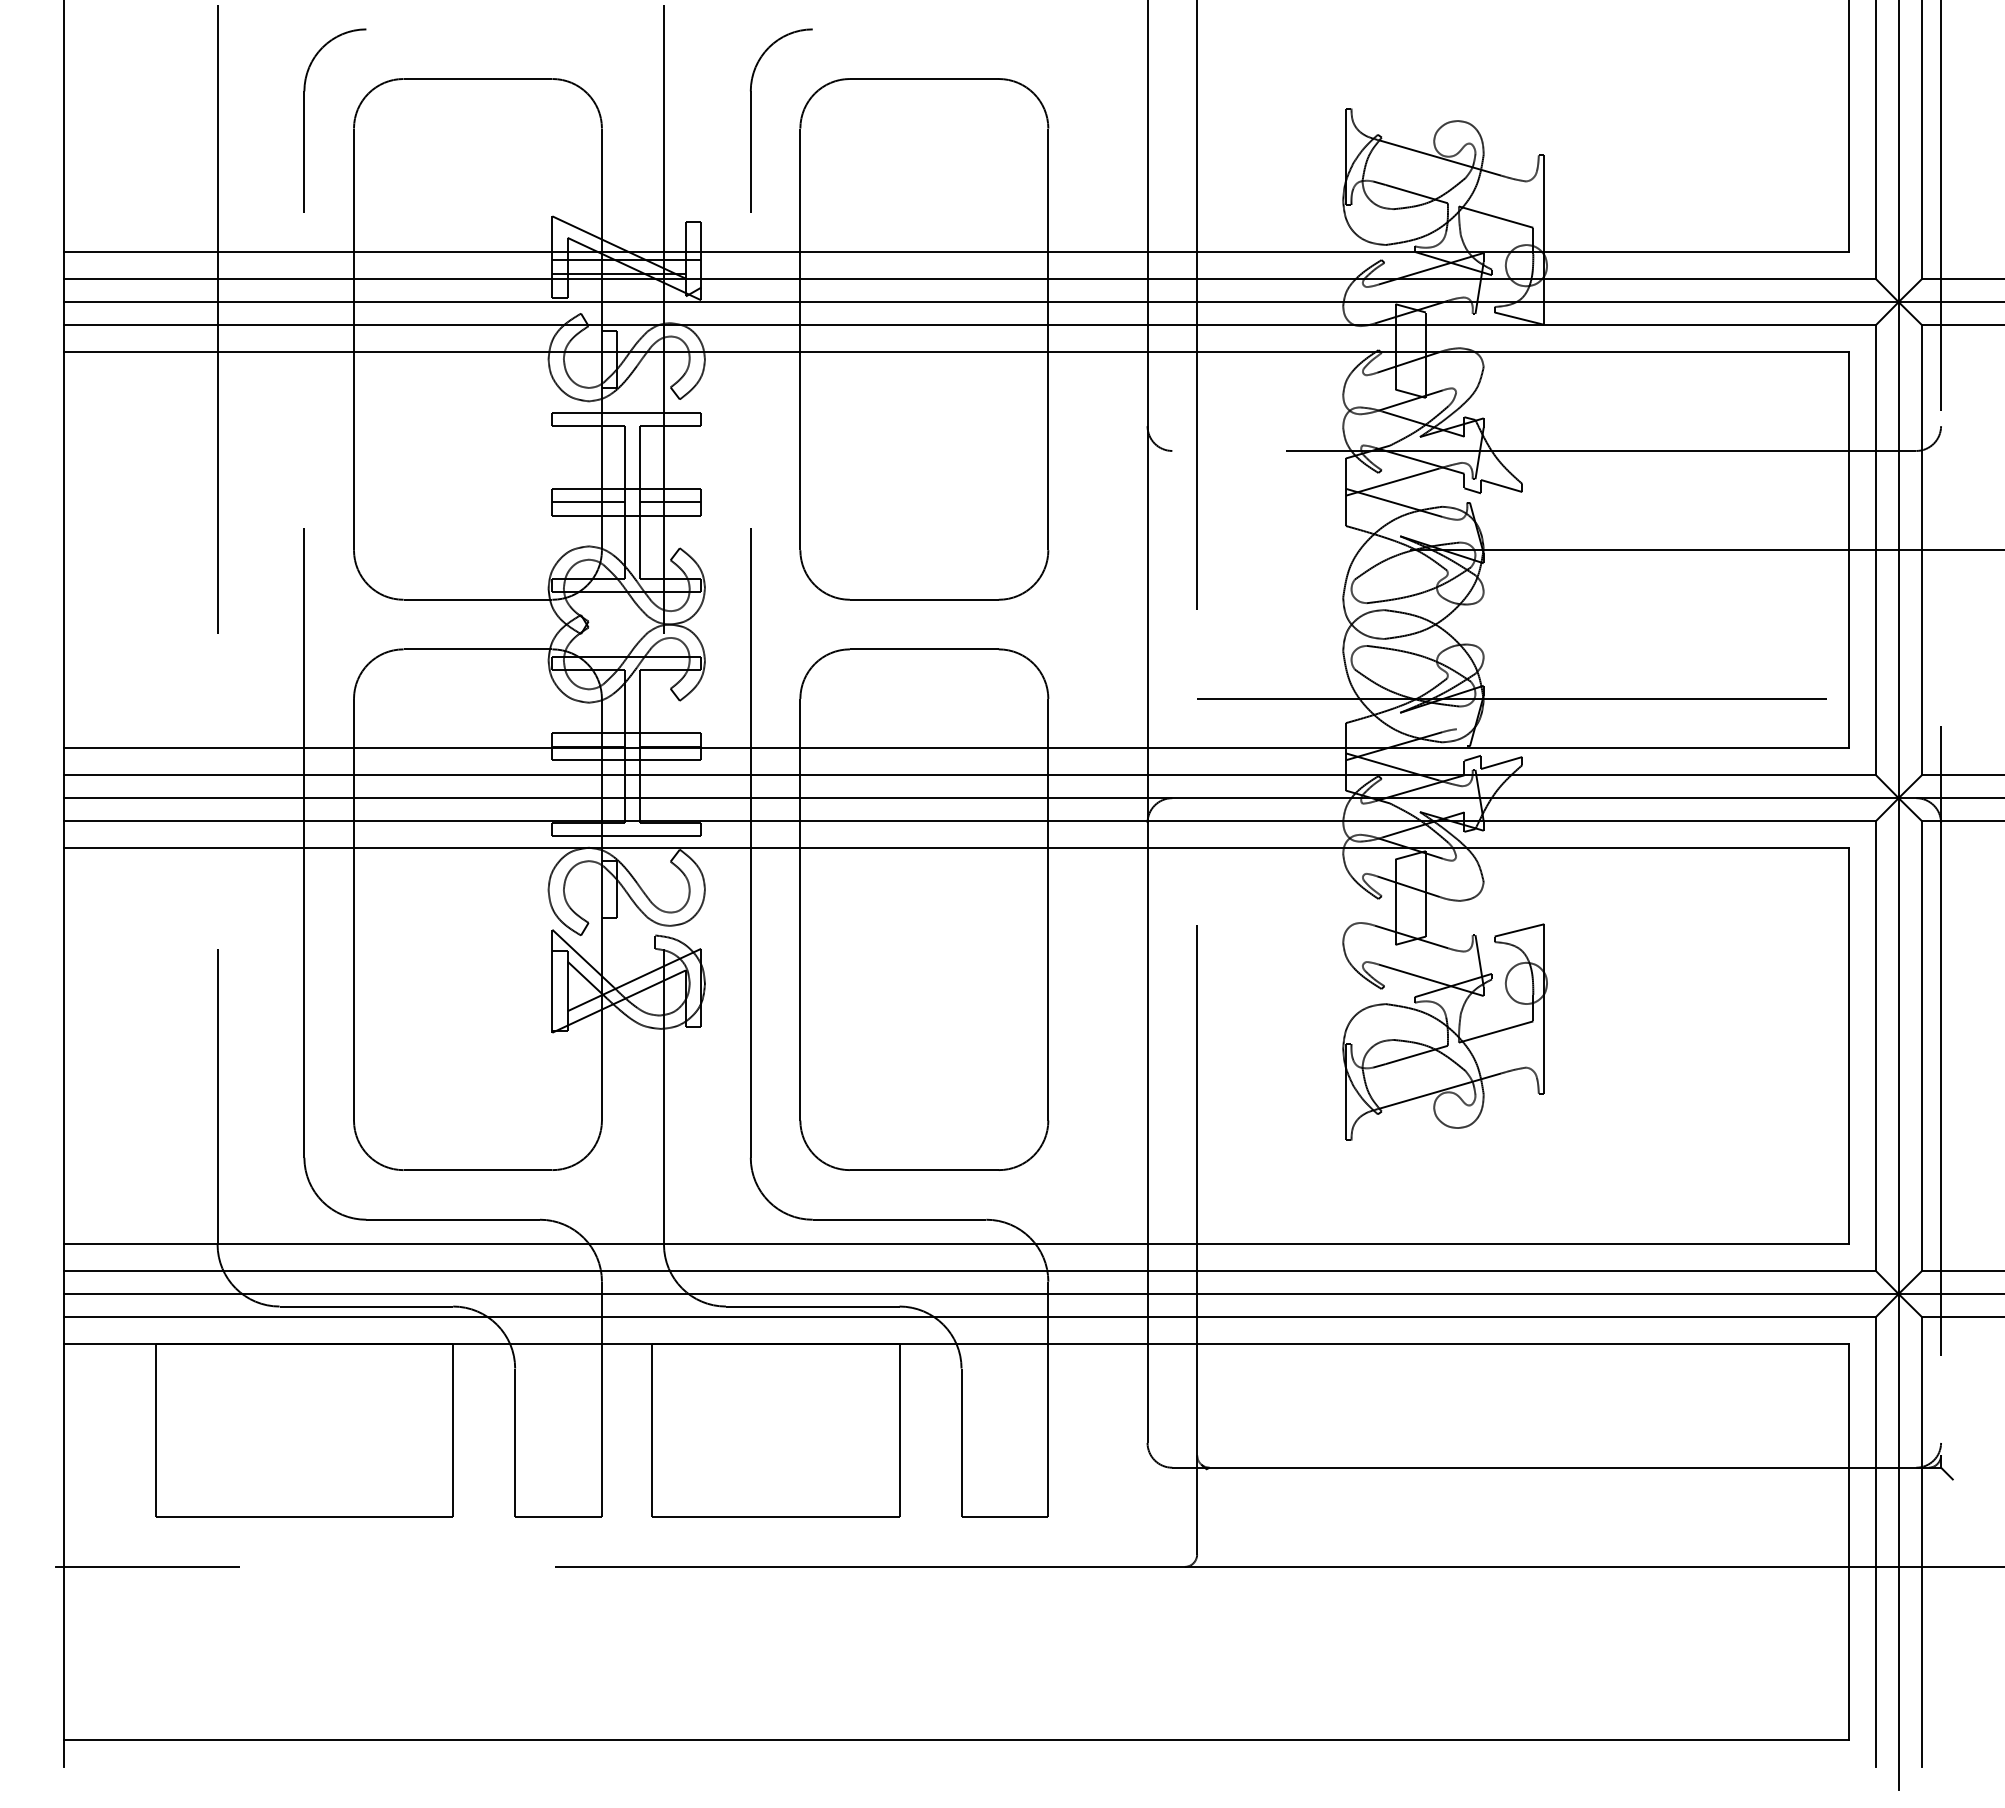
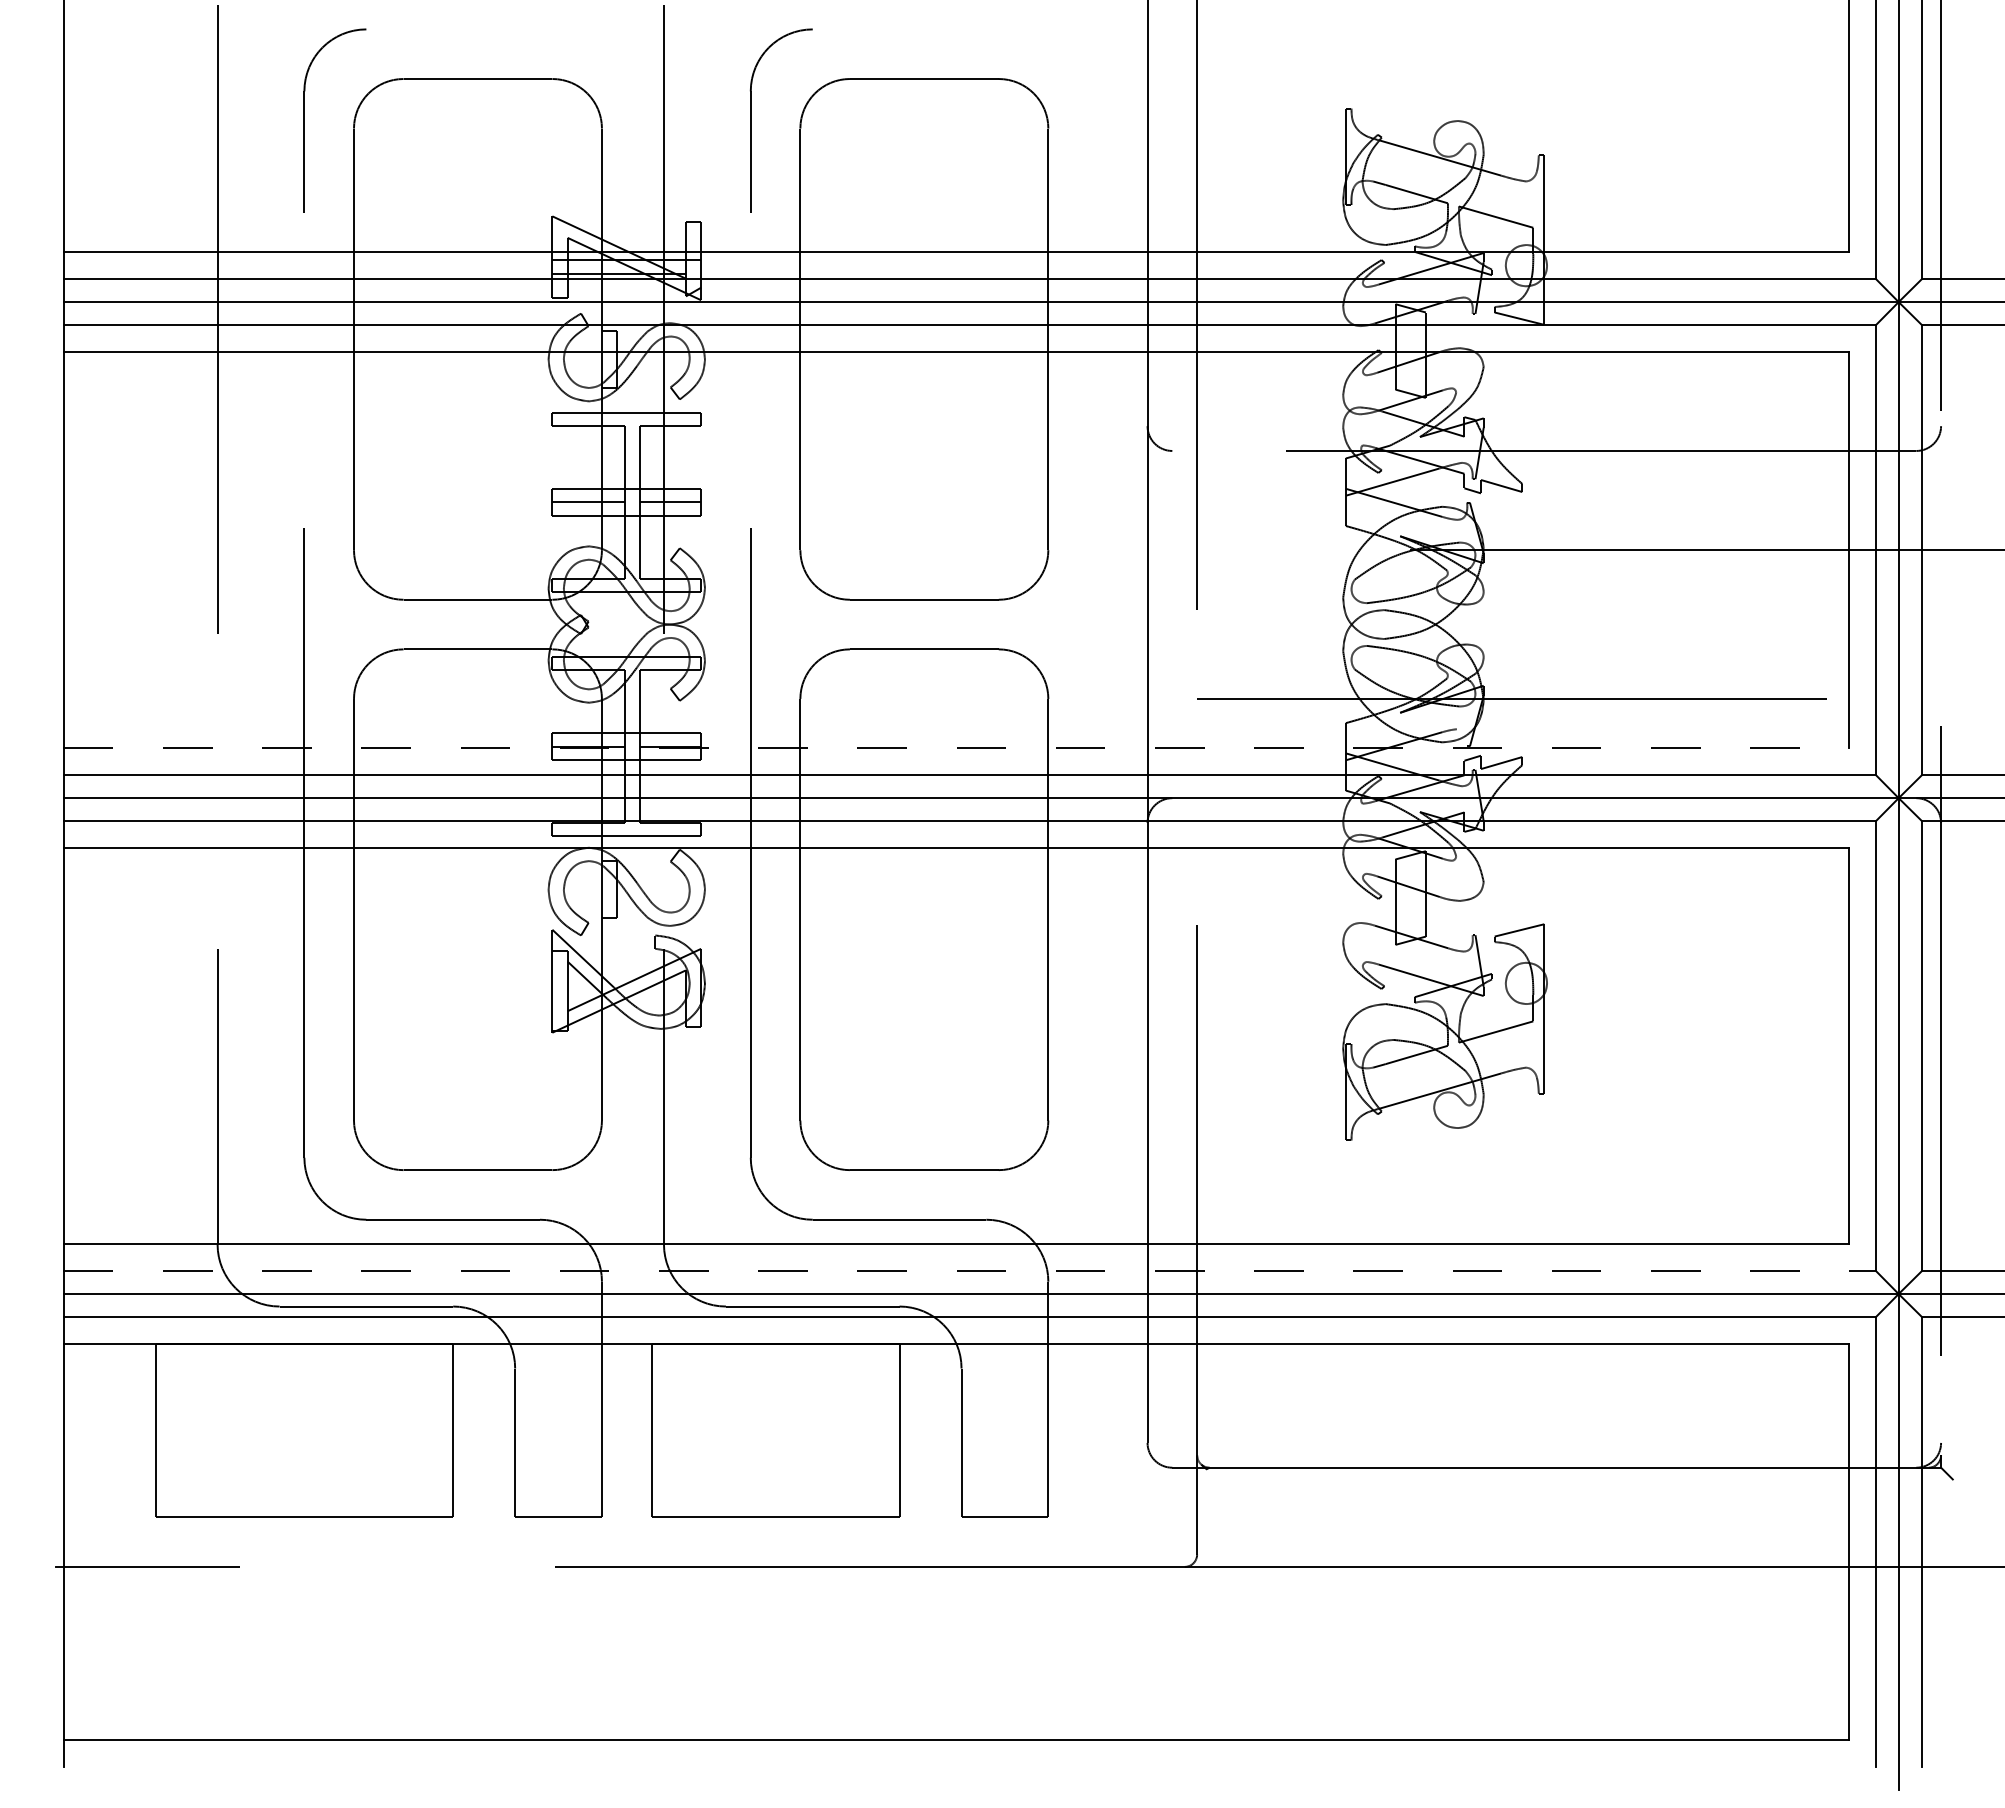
line at (956, 748): solid -> dashed
line at (970, 1271): solid -> dashed
